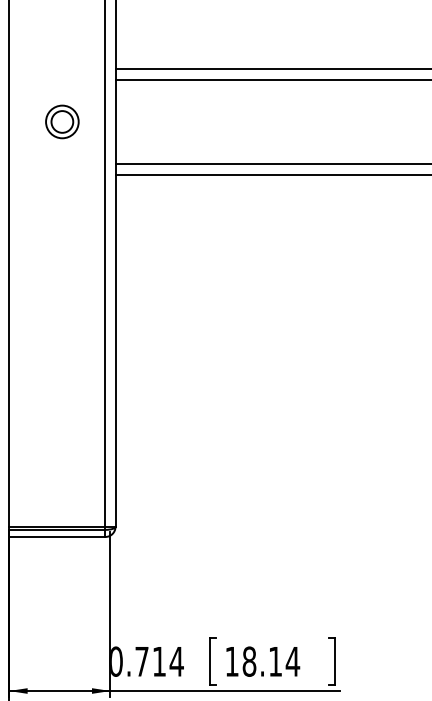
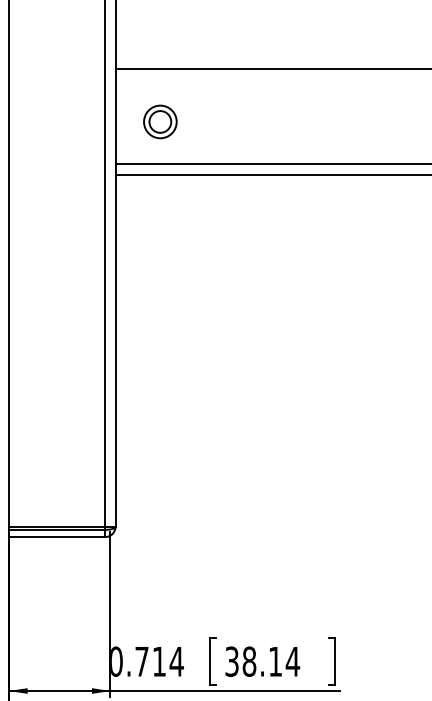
line at (271, 79): present -> none
part at (62, 121) position: (62, 121) -> (160, 121)
text at (231, 661): 18.14 -> 38.14
